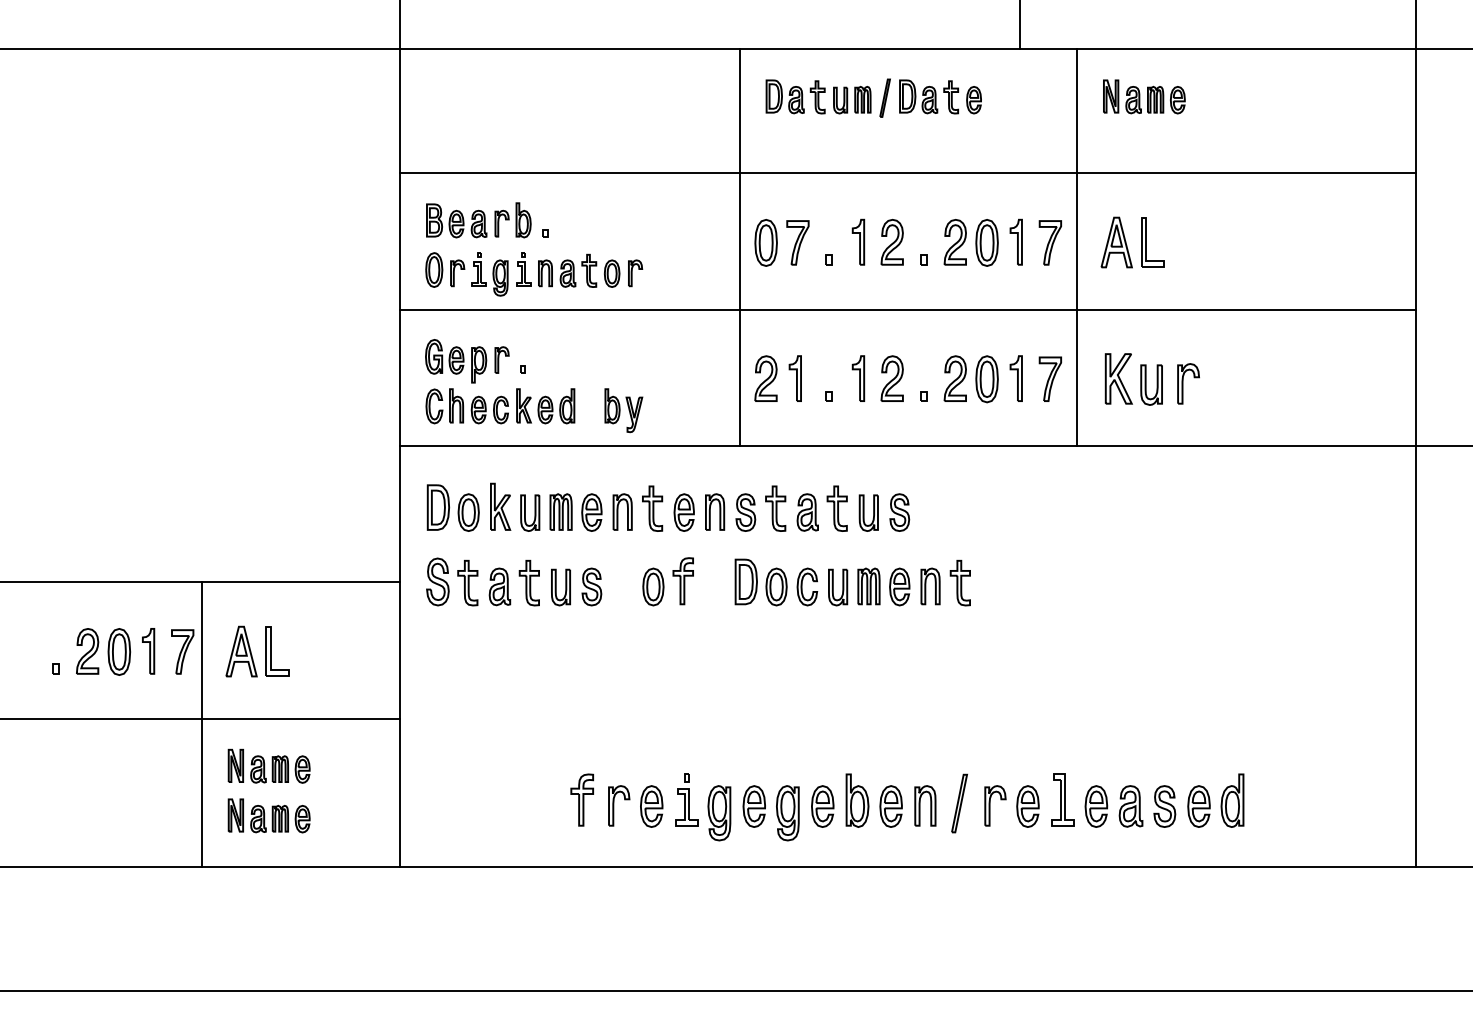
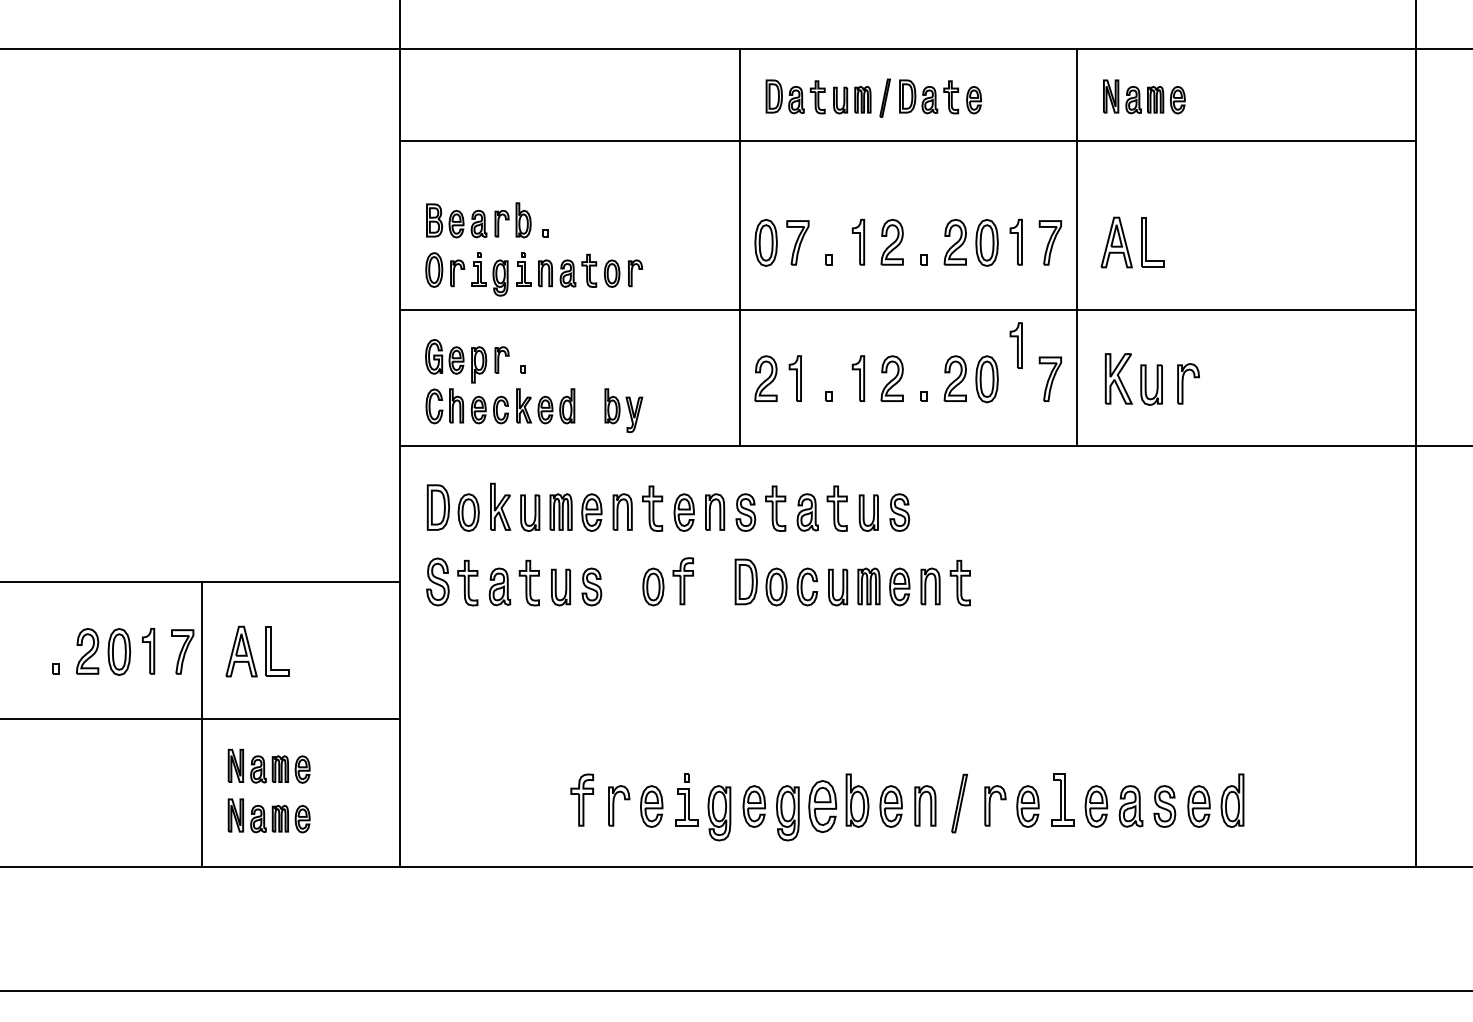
line at (1019, 25): present -> none
line at (907, 173) position: (907, 173) -> (907, 141)
part at (1015, 378) position: (1015, 378) -> (1015, 345)
part at (822, 806) size: 24x43 px -> 30x54 px
